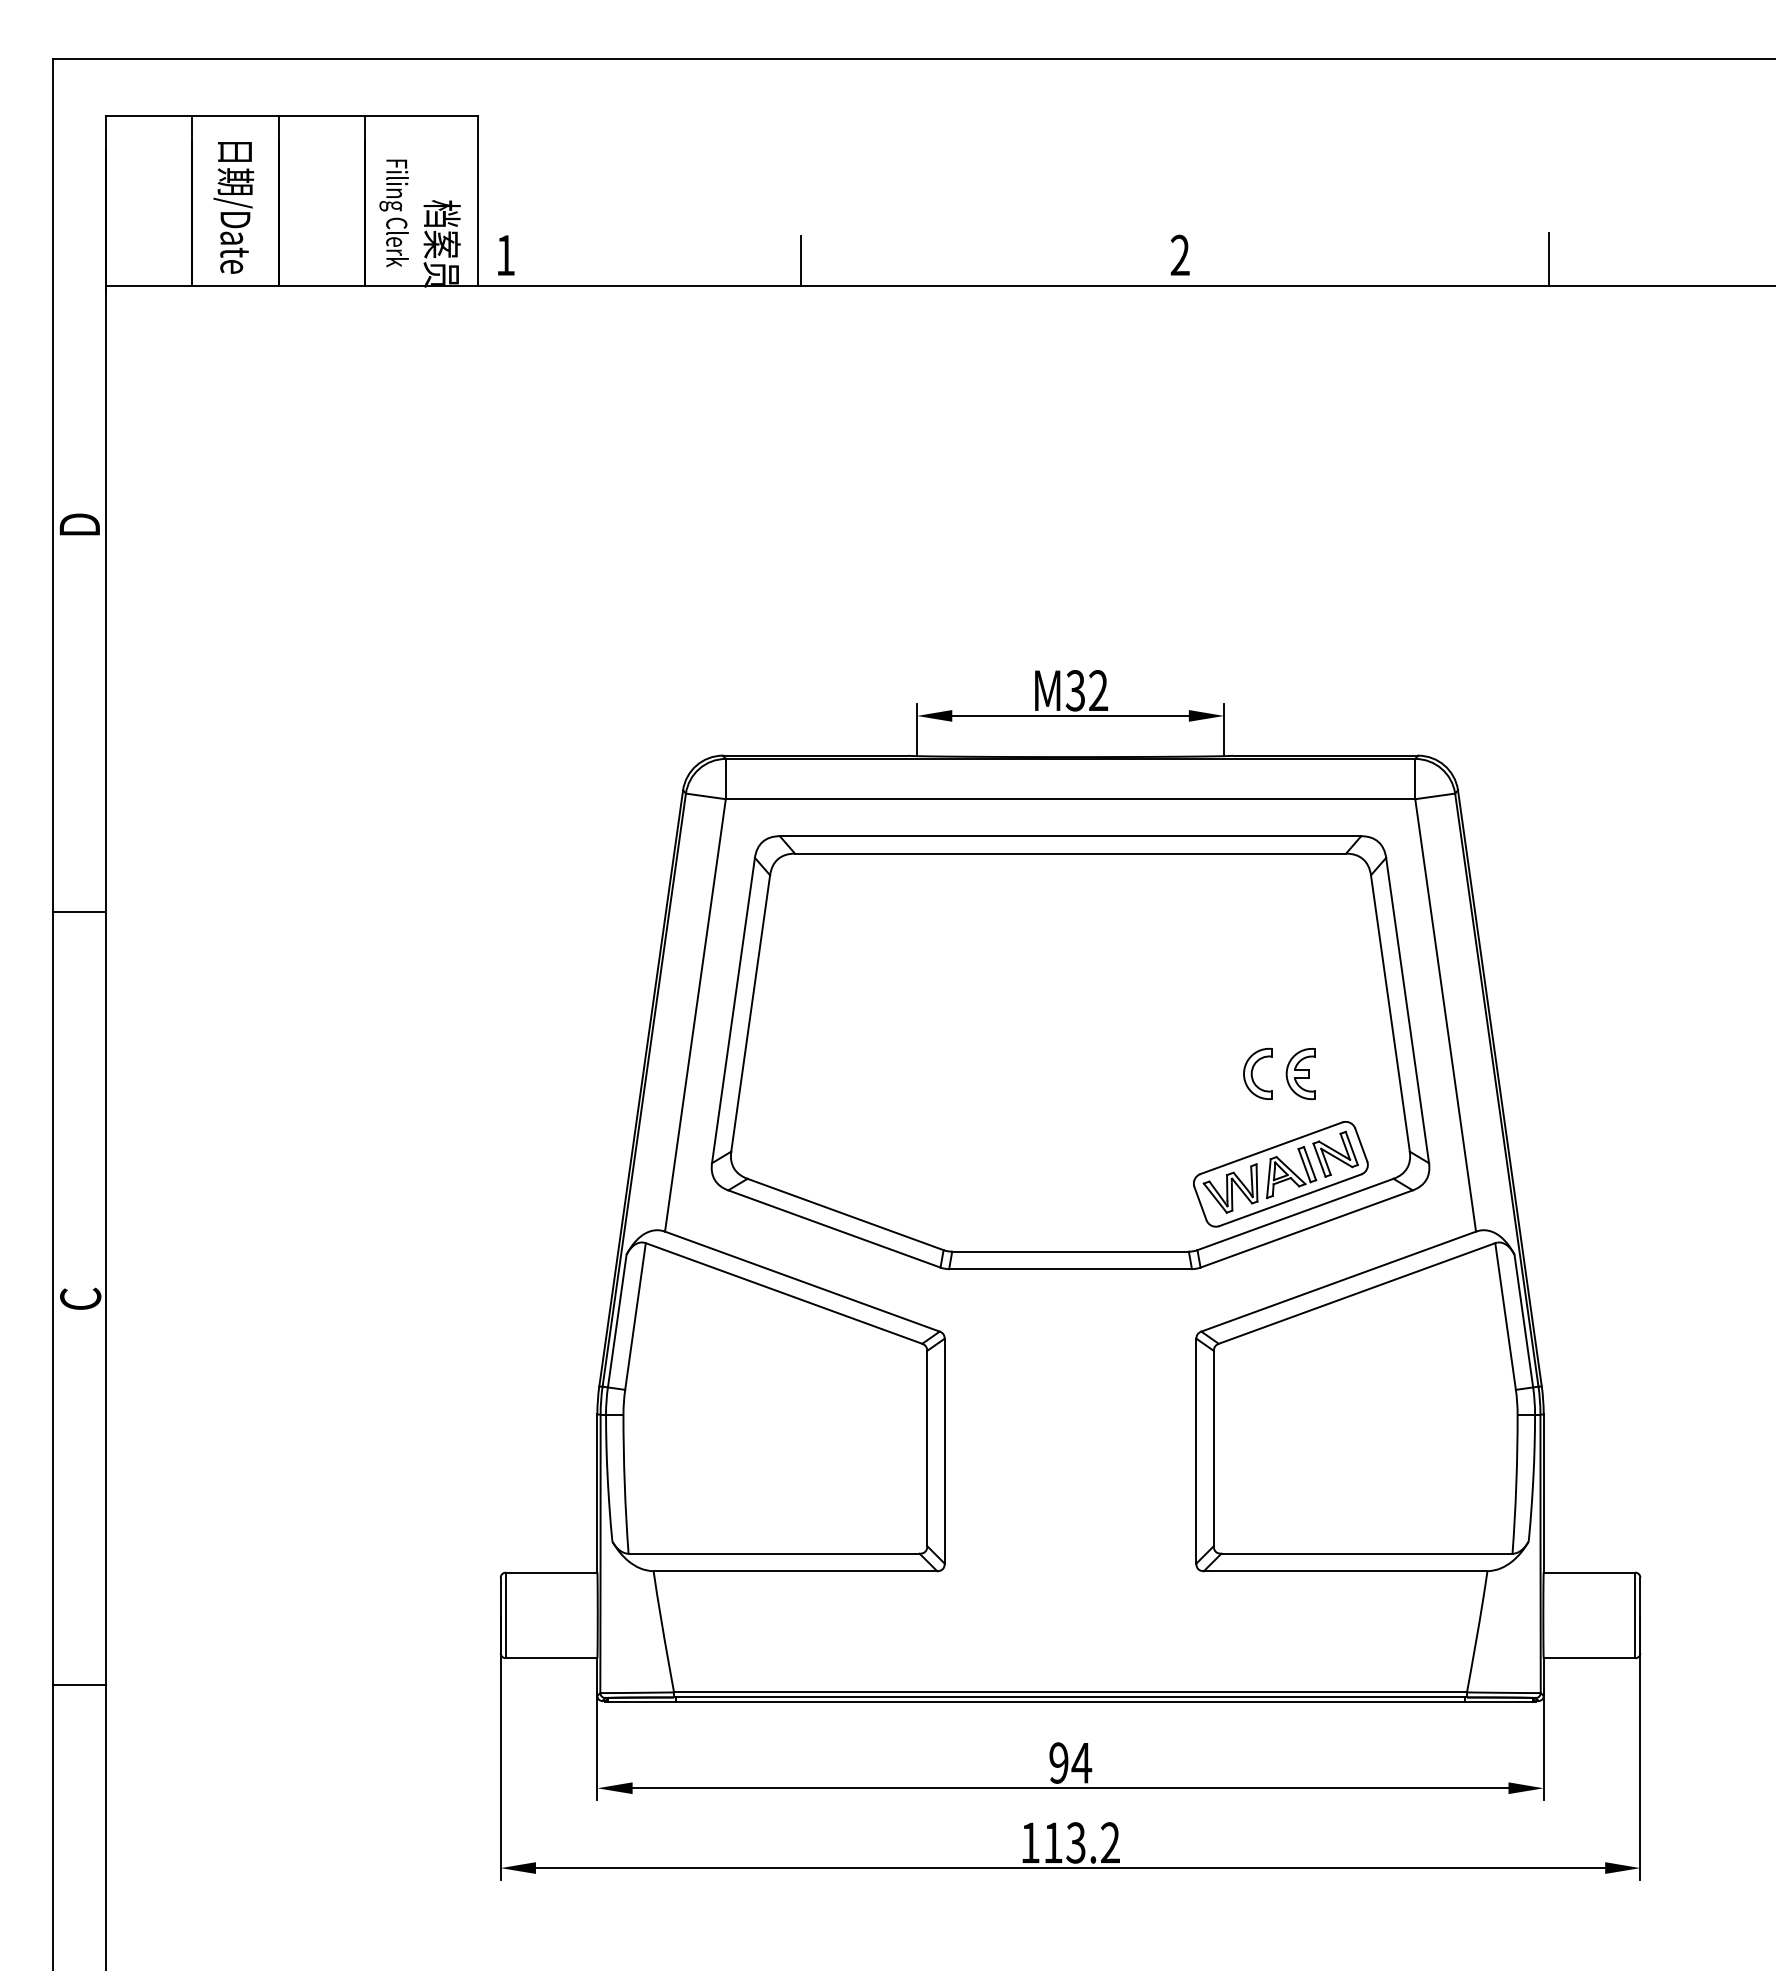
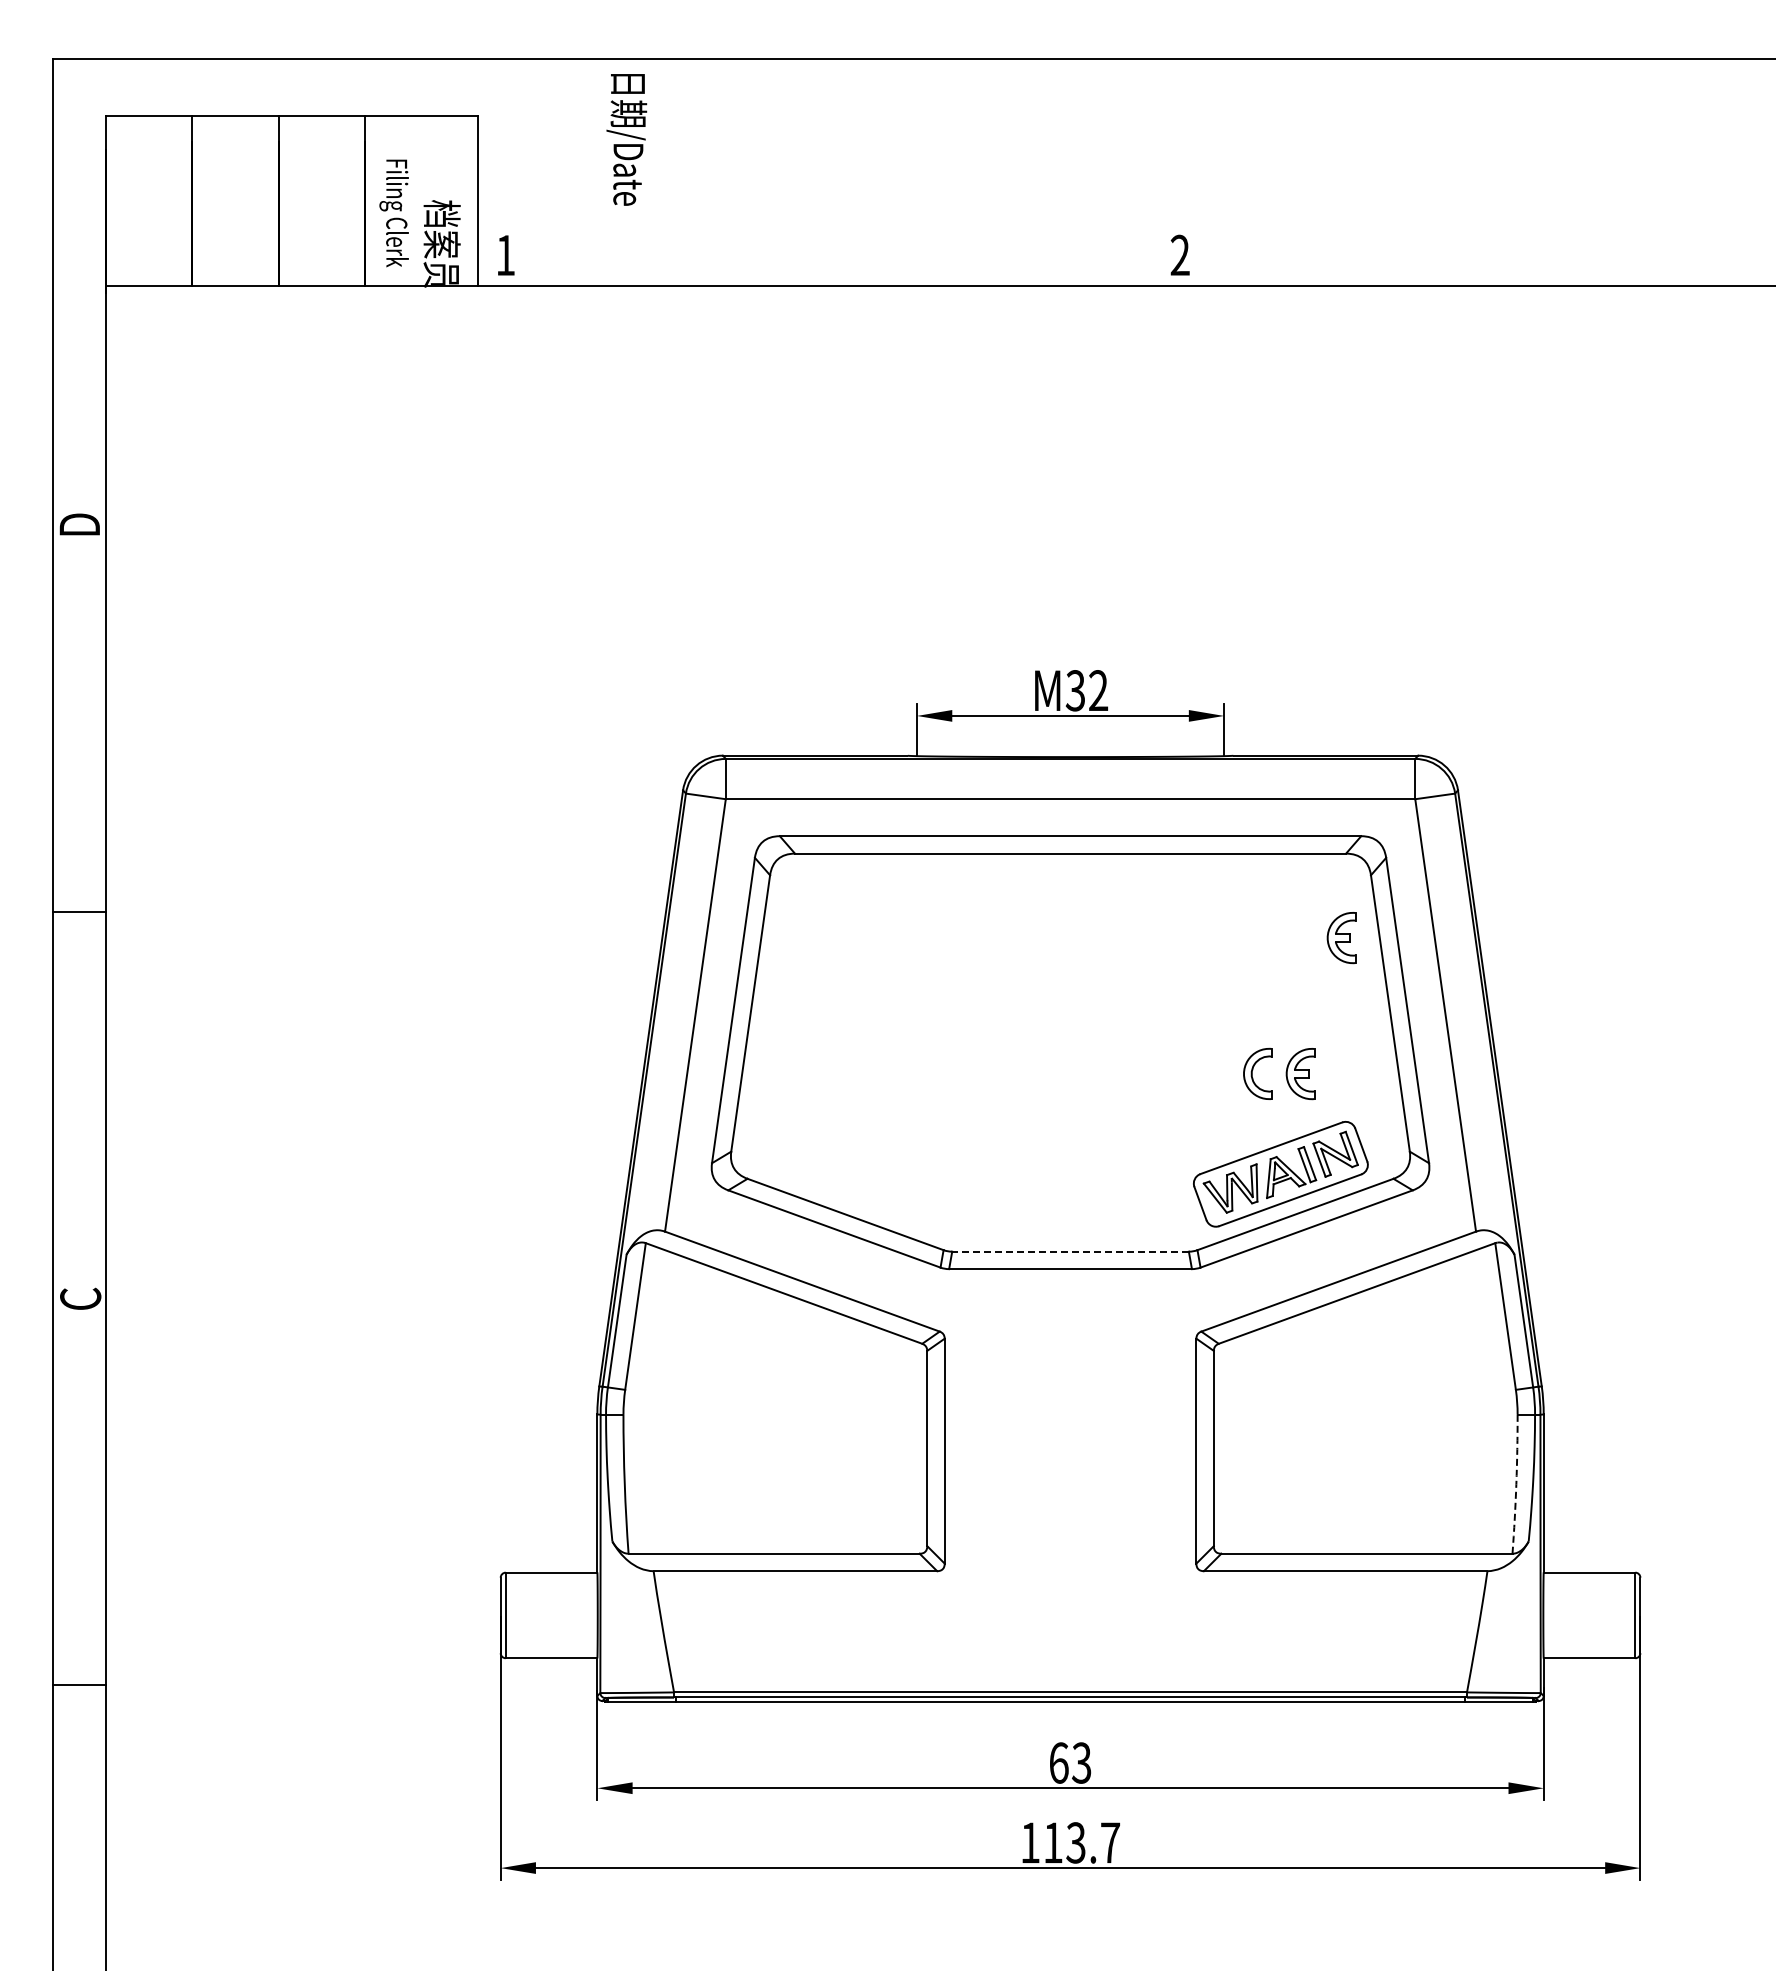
text at (233, 207) position: (233, 207) -> (626, 139)
line at (1549, 258): present -> none
line at (801, 260): present -> none
part at (1341, 938): none -> present
line at (1070, 1251): solid -> dashed
arc at (1516, 1484): solid -> dashed
text at (1070, 1762): 94 -> 63
text at (1110, 1842): 113.2 -> 113.7
